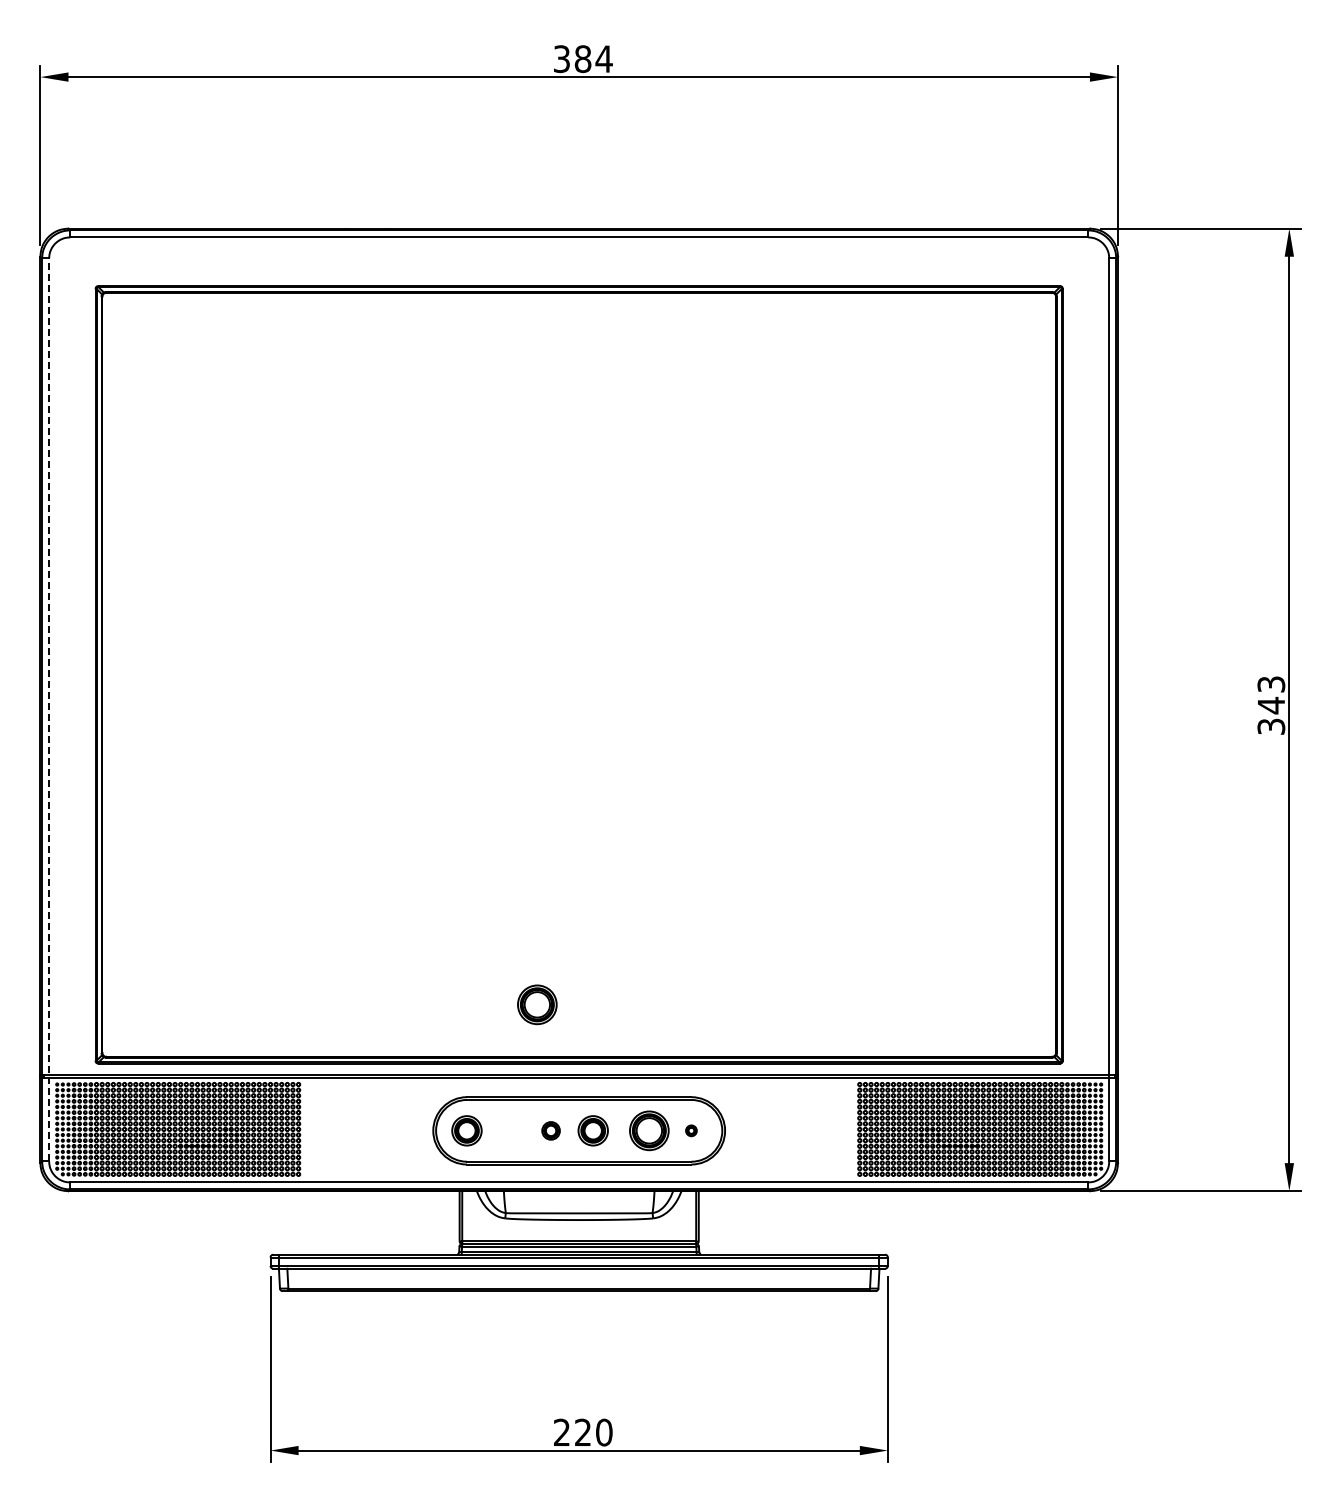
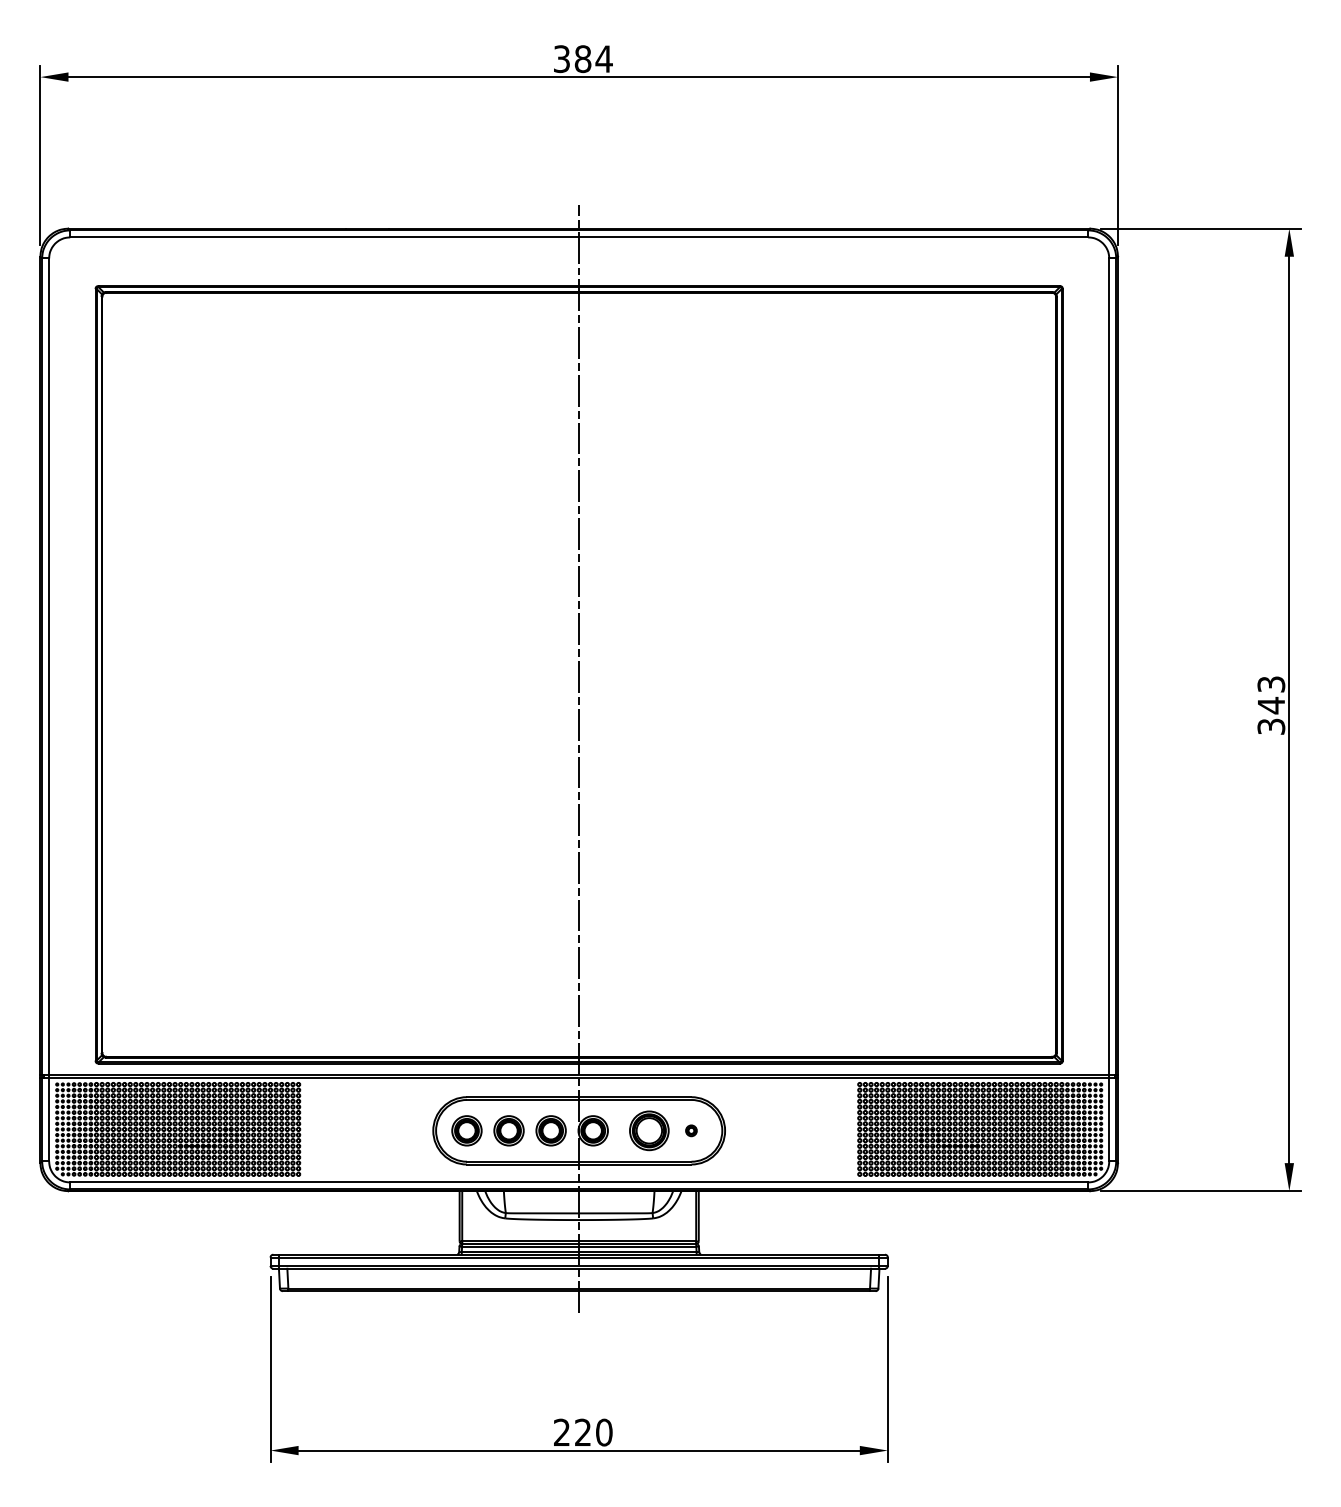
line at (49, 709): dashed -> solid
line at (579, 758): none -> present
part at (537, 1004): present -> none
part at (508, 1130): none -> present
part at (550, 1130) size: 20x20 px -> 32x32 px
